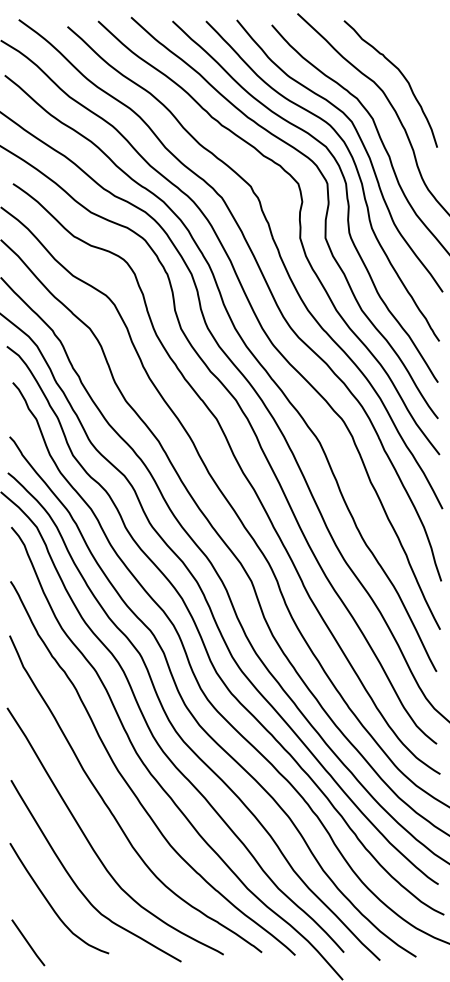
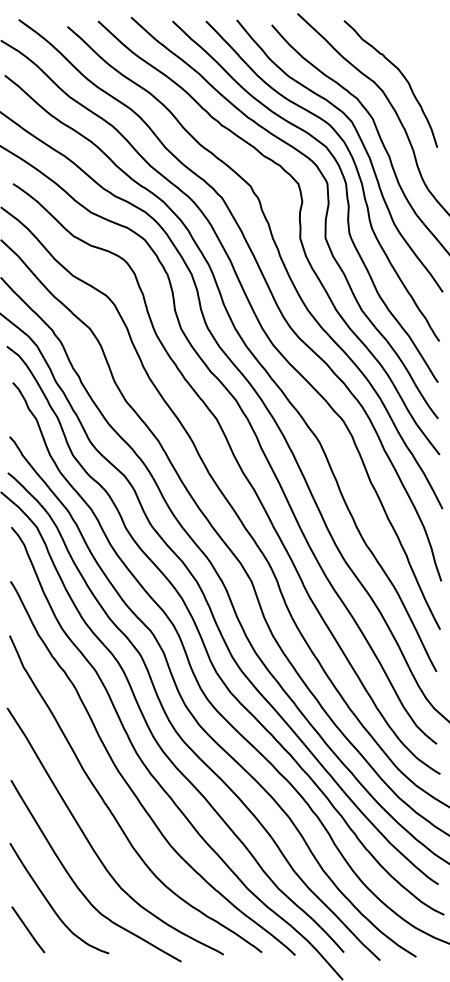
line at (28, 942) position: (28, 942) -> (28, 929)
